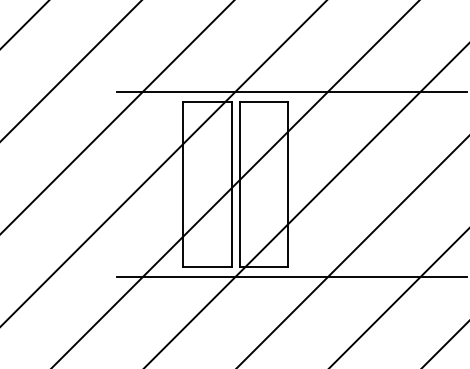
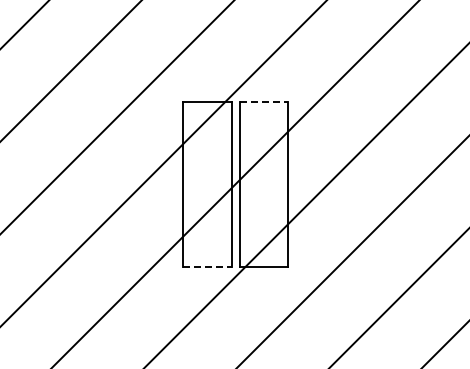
line at (291, 91): present -> none
line at (264, 101): solid -> dashed
line at (207, 267): solid -> dashed
line at (291, 277): present -> none
